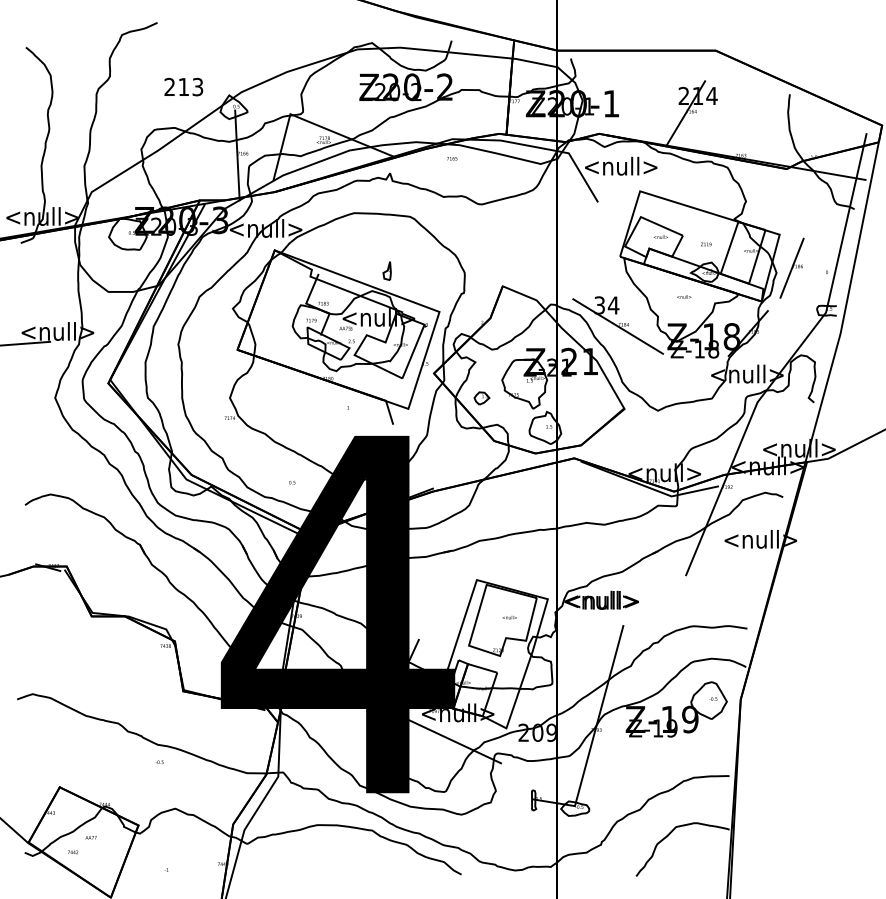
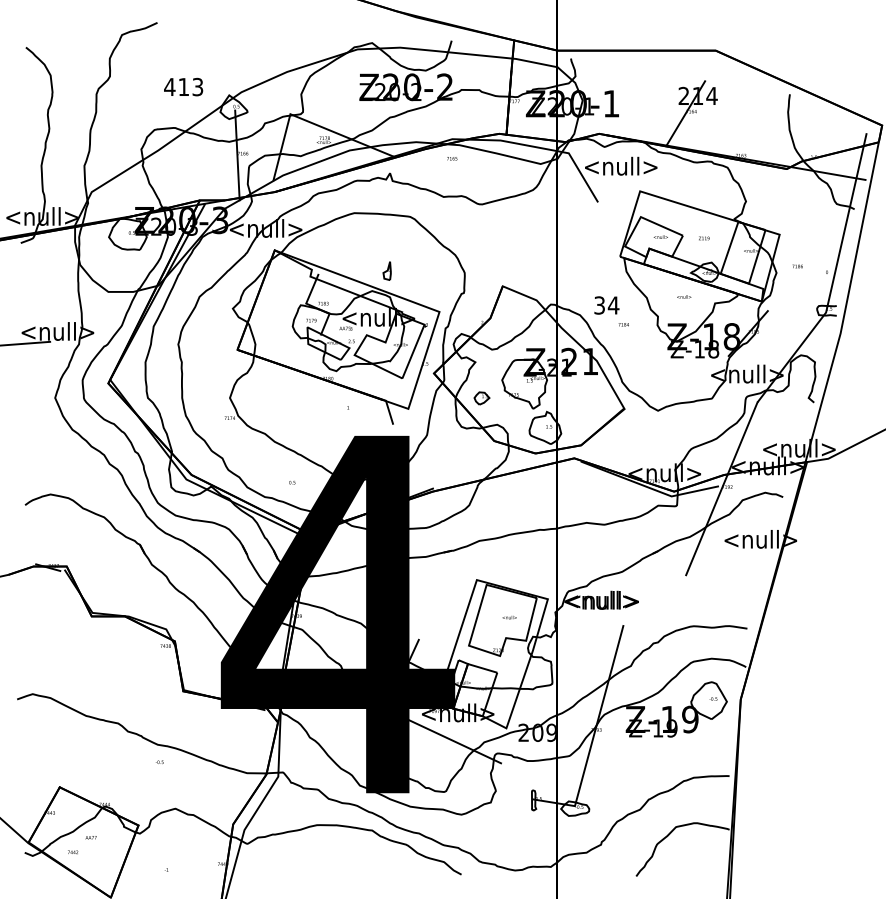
text at (169, 86): 213 -> 413
text at (706, 244) position: (706, 244) -> (704, 238)
line at (791, 267): present -> none
line at (618, 326): present -> none
